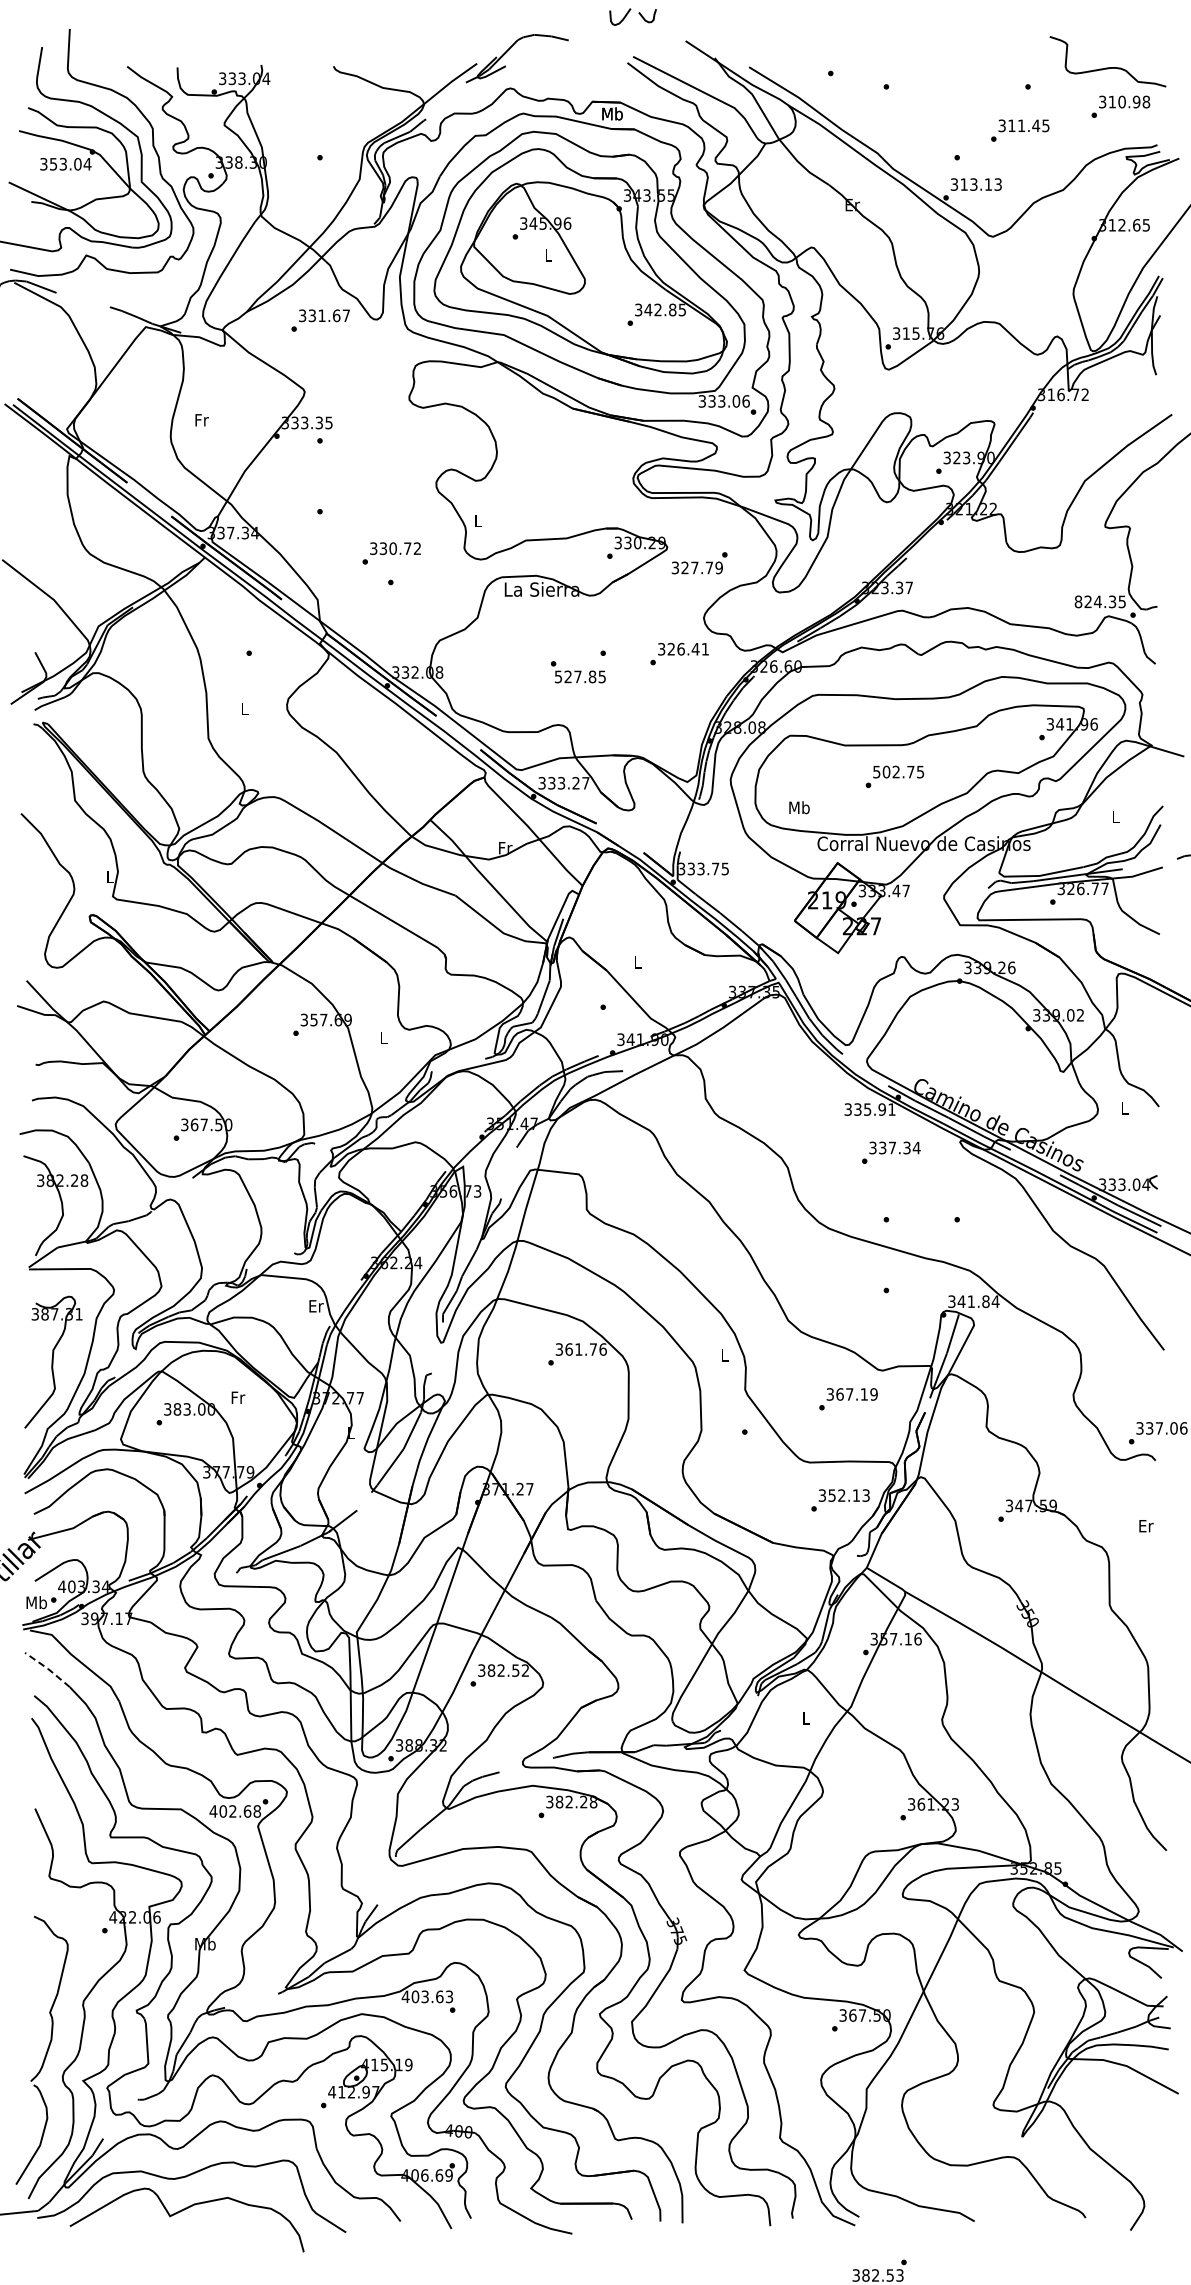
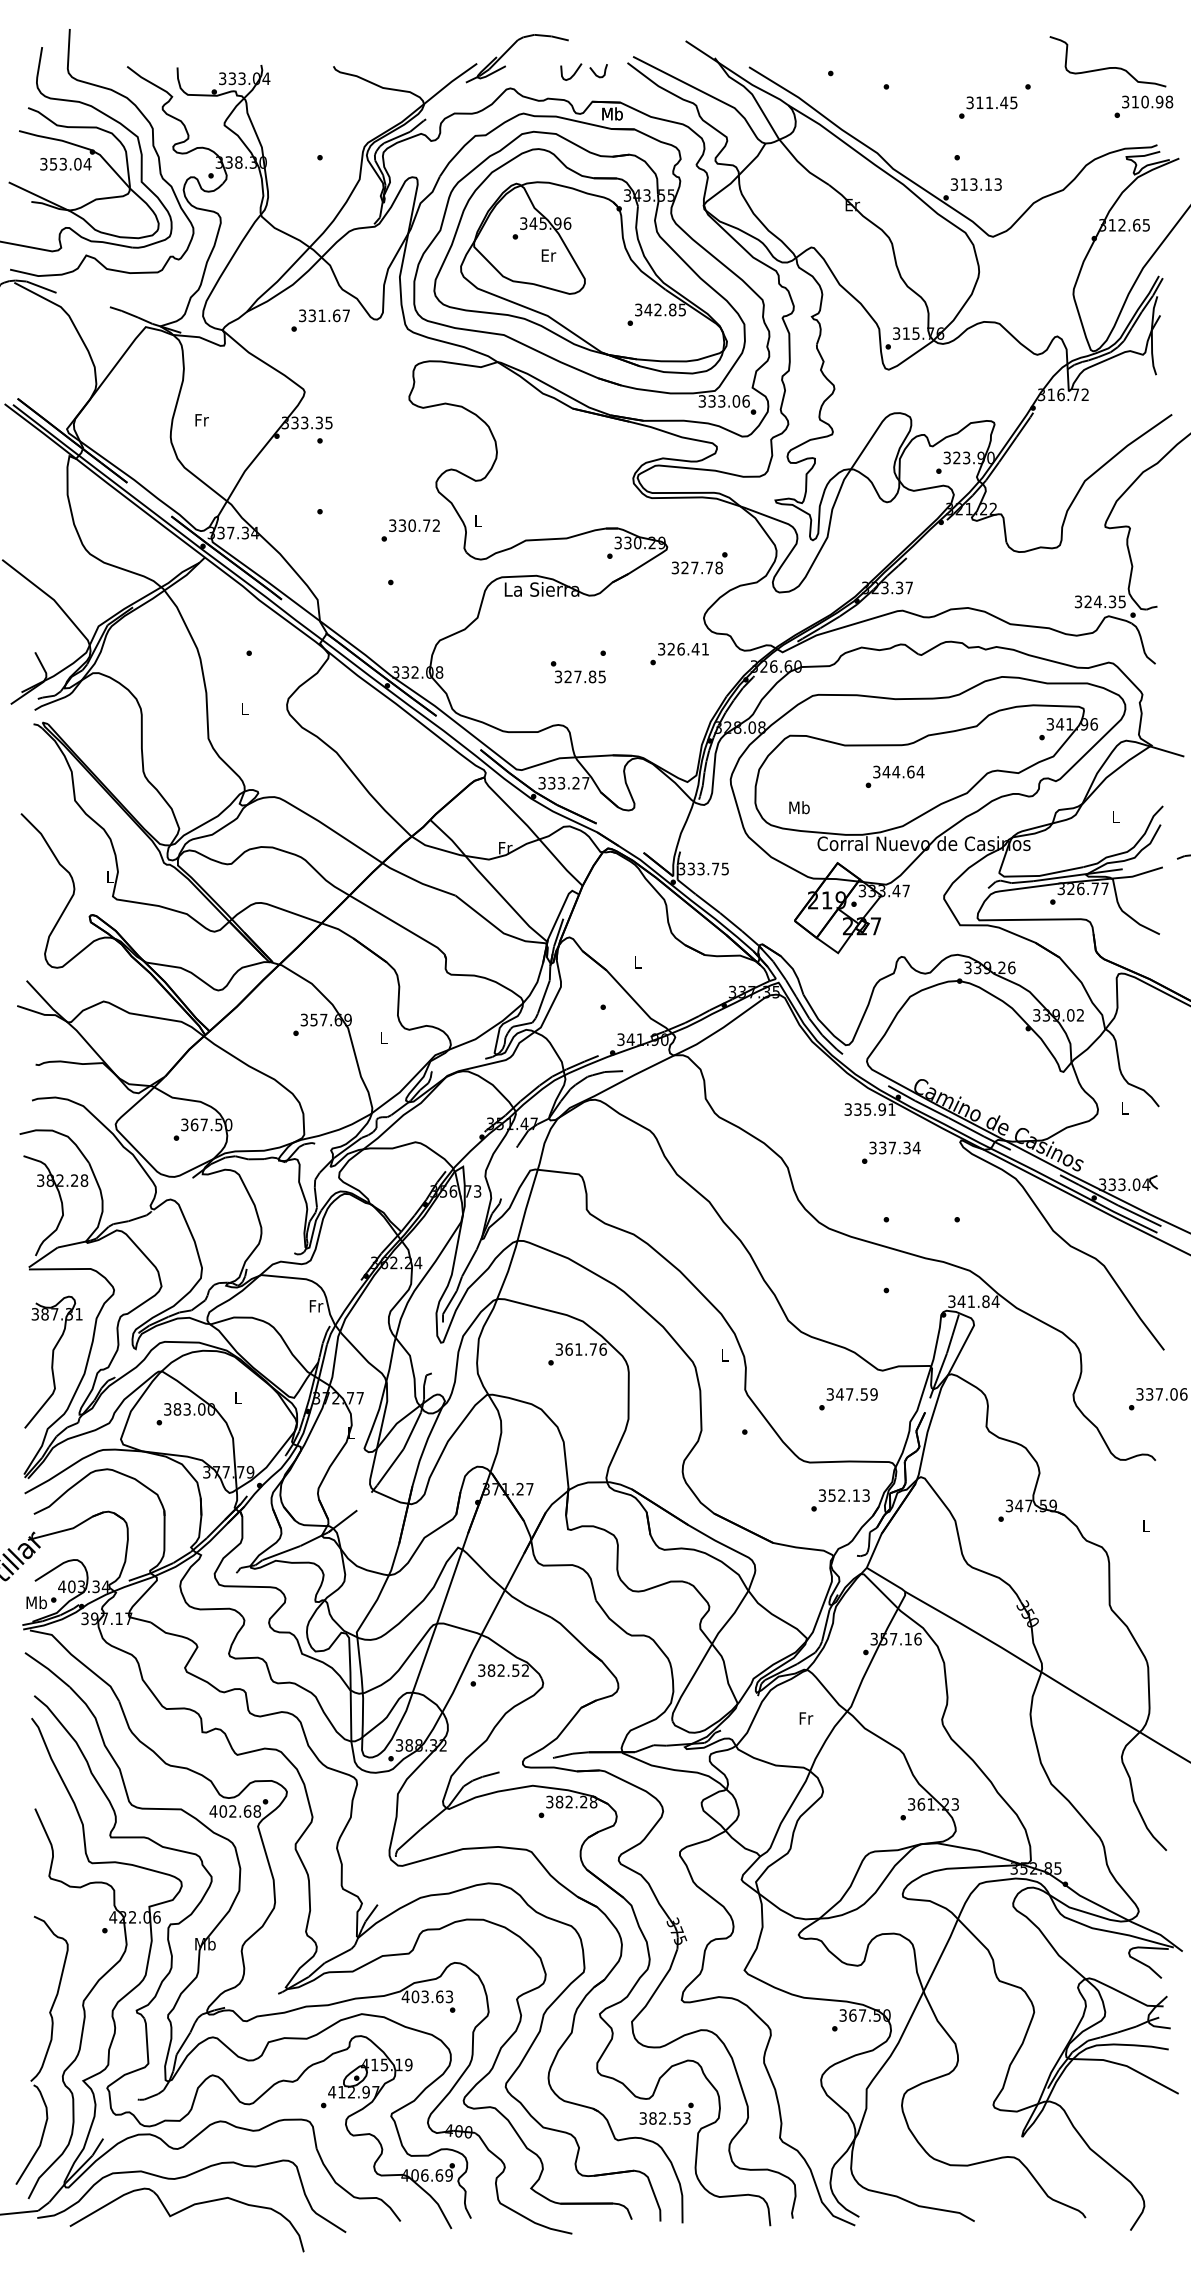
part at (632, 16) position: (632, 16) -> (583, 71)
text at (1120, 106) position: (1120, 106) -> (1143, 106)
text at (1020, 130) position: (1020, 130) -> (988, 107)
text at (548, 255): L -> Er
text at (391, 553) position: (391, 553) -> (410, 530)
text at (718, 567): 327.79 -> 327.78
text at (1078, 601): 824.35 -> 324.35
text at (558, 676): 527.85 -> 327.85
text at (898, 771): 502.75 -> 344.64
text at (316, 1306): Er -> Fr
text at (851, 1394): 367.19 -> 347.59
text at (238, 1397): Fr -> L
text at (1158, 1433) position: (1158, 1433) -> (1158, 1399)
text at (1146, 1526): Er -> L
line at (48, 1669): dashed -> solid
text at (806, 1718): L -> Fr
text at (879, 2270) position: (879, 2270) -> (666, 2113)
